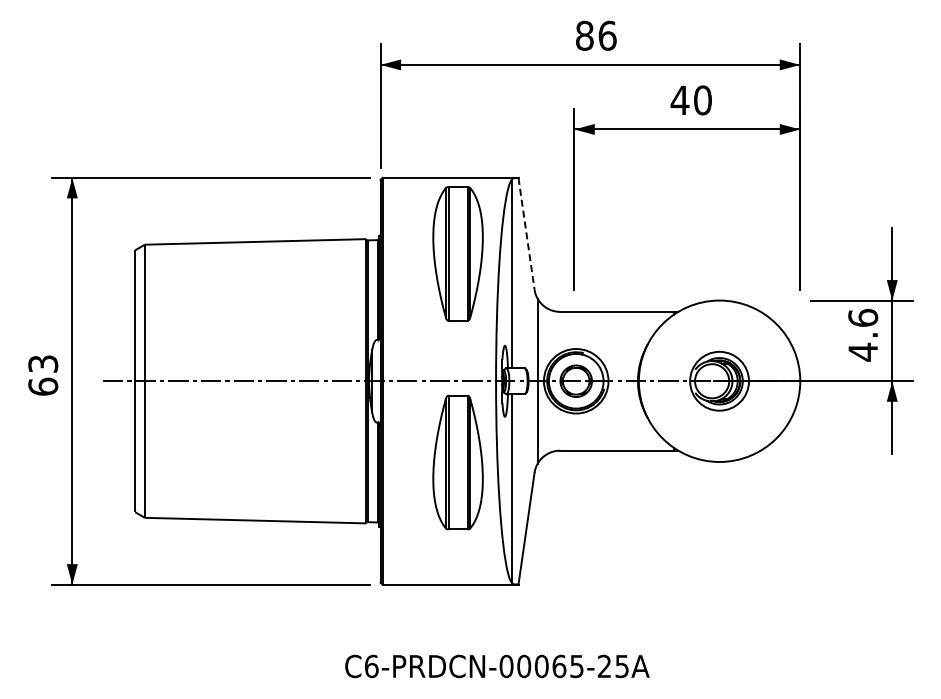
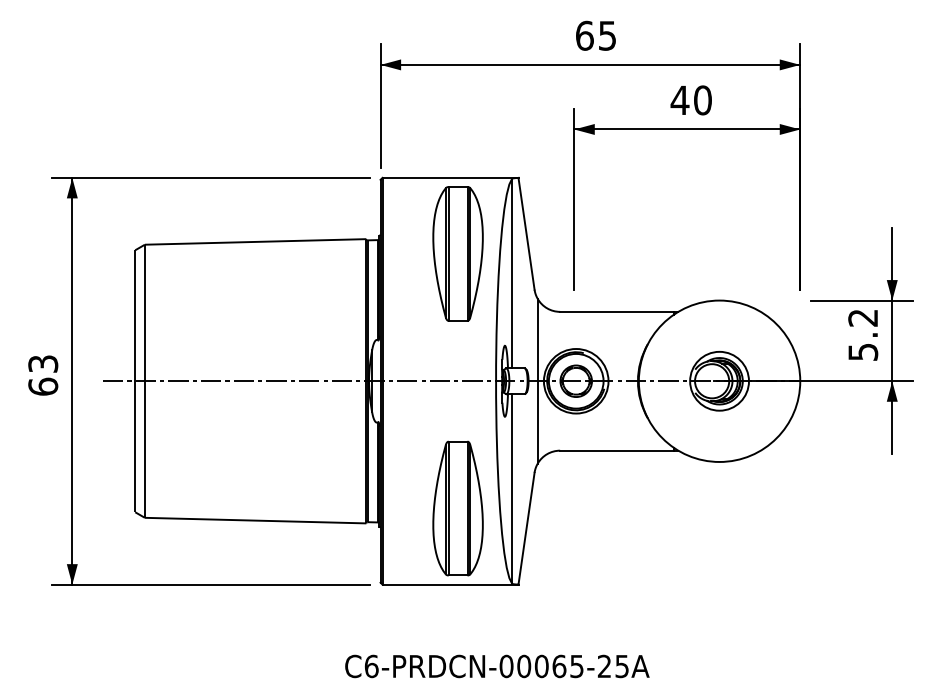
text at (596, 35): 86 -> 65
line at (526, 234): dashed -> solid
text at (863, 334): 4.6 -> 5.2
part at (457, 462) position: (457, 462) -> (457, 508)
